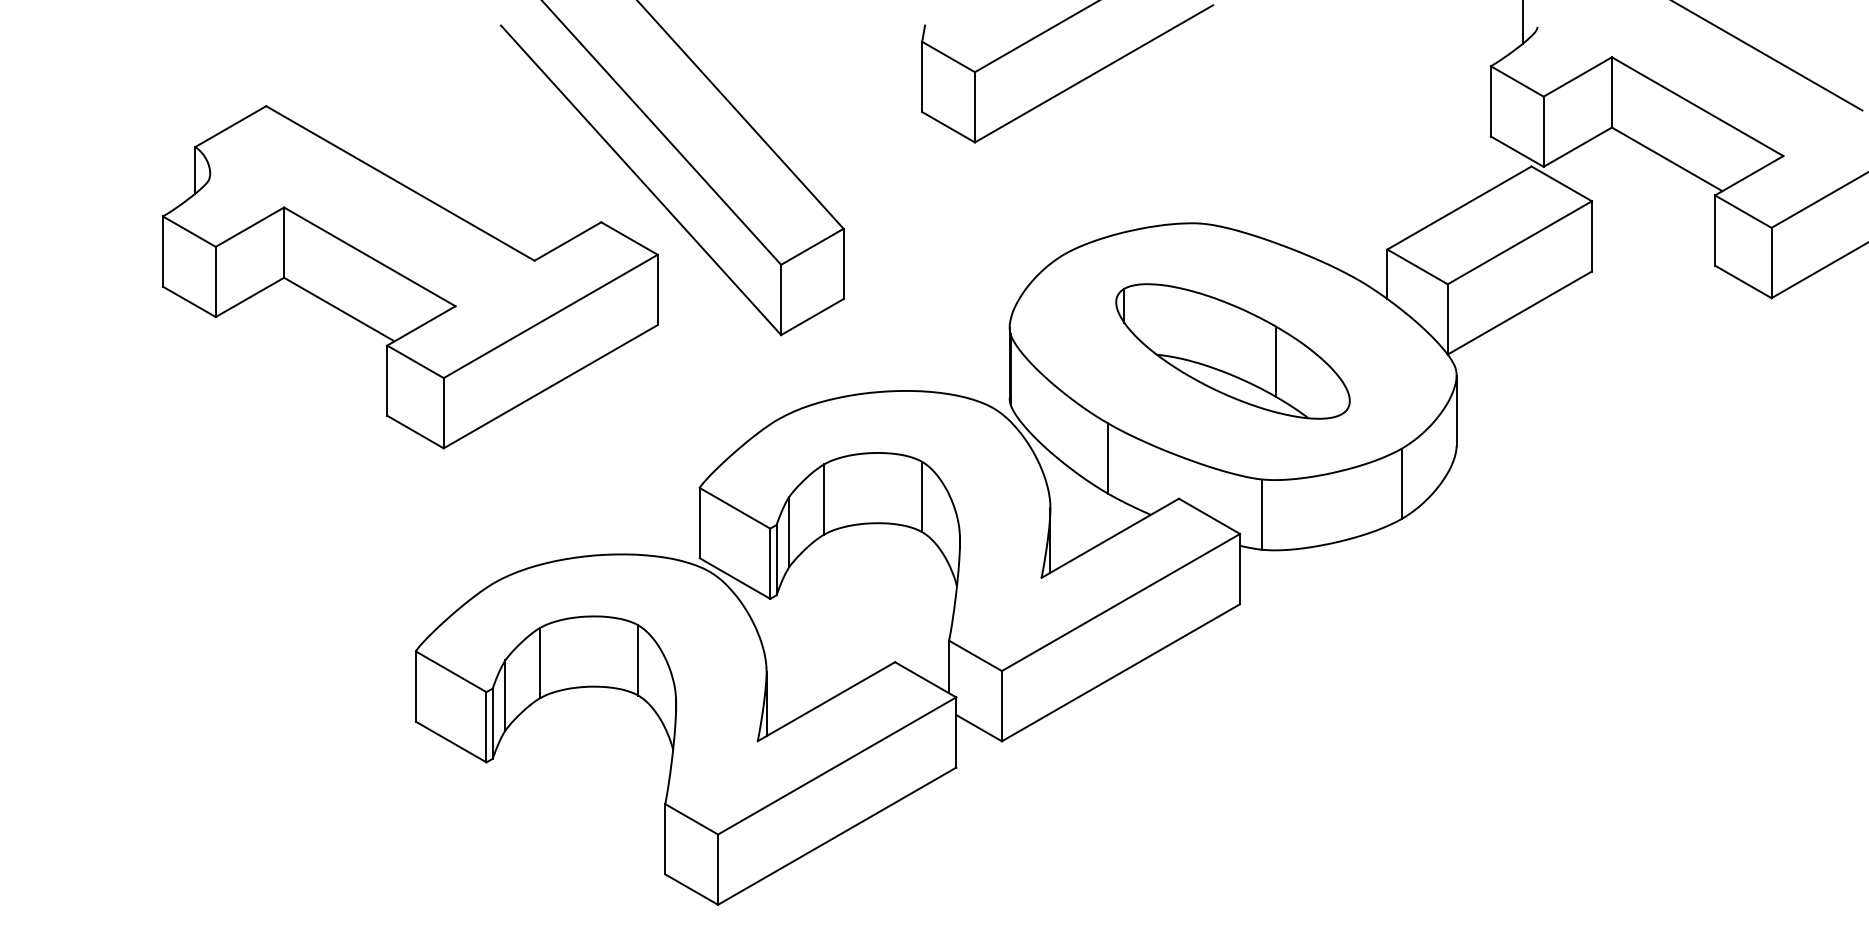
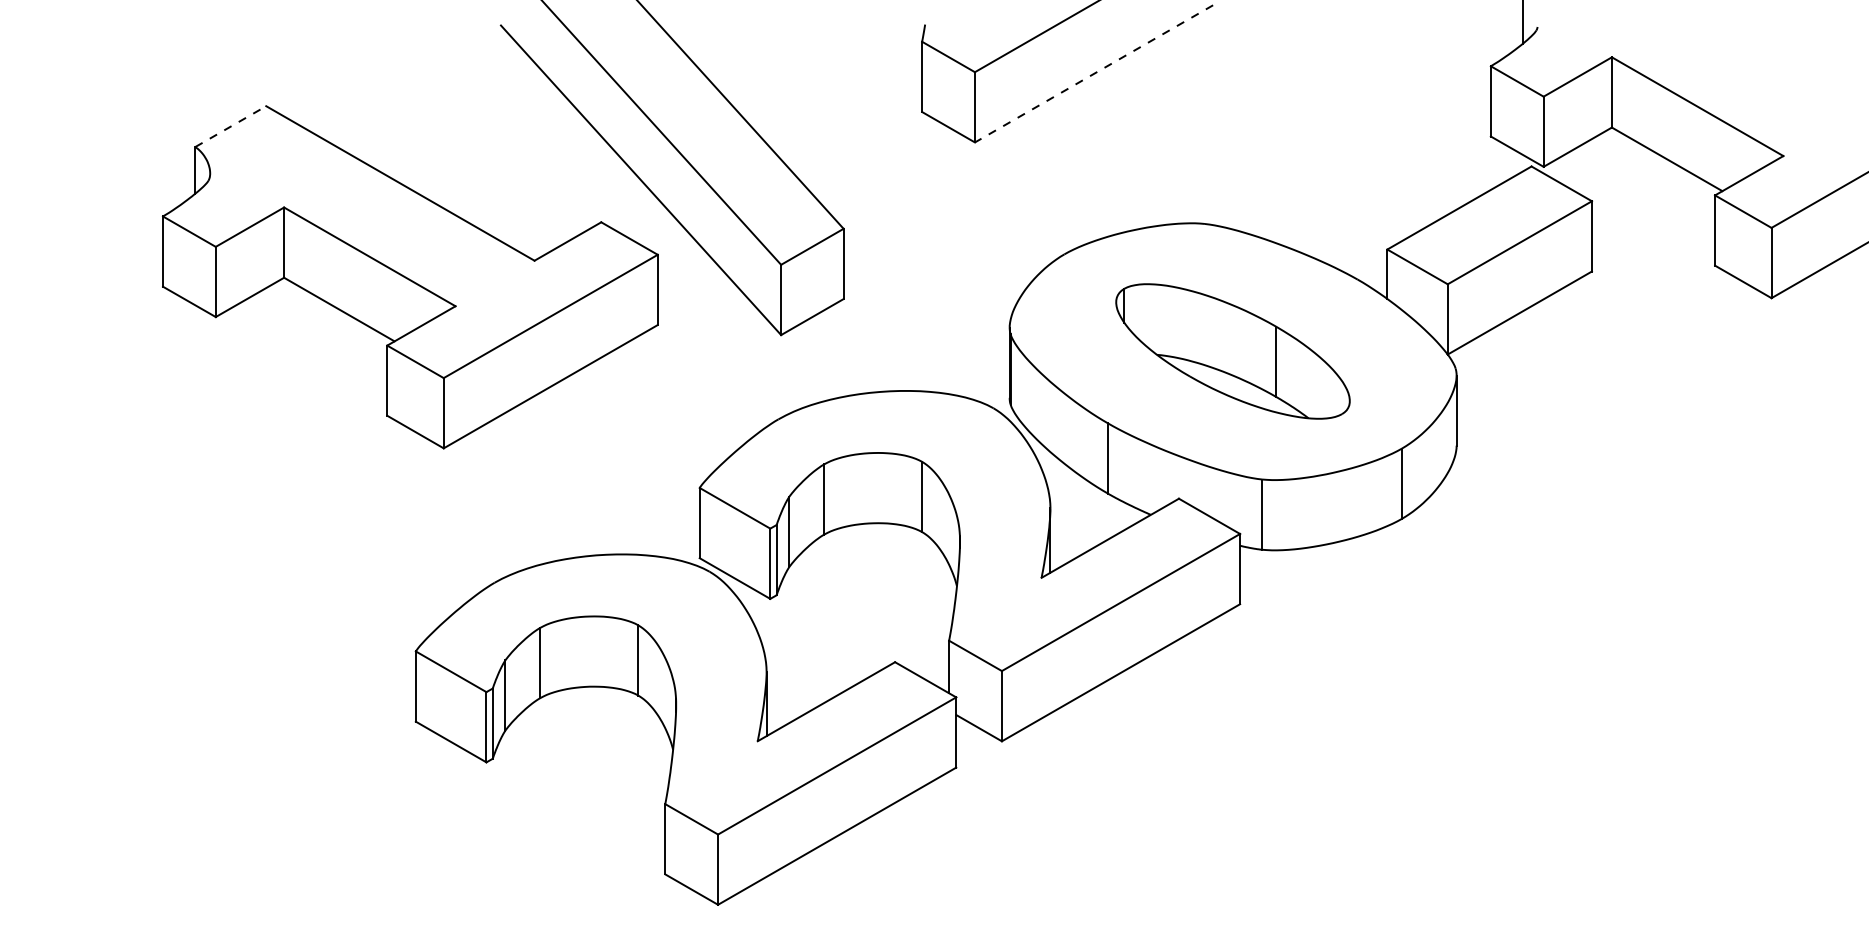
line at (1767, 56): present -> none
line at (1093, 74): solid -> dashed
line at (230, 126): solid -> dashed
